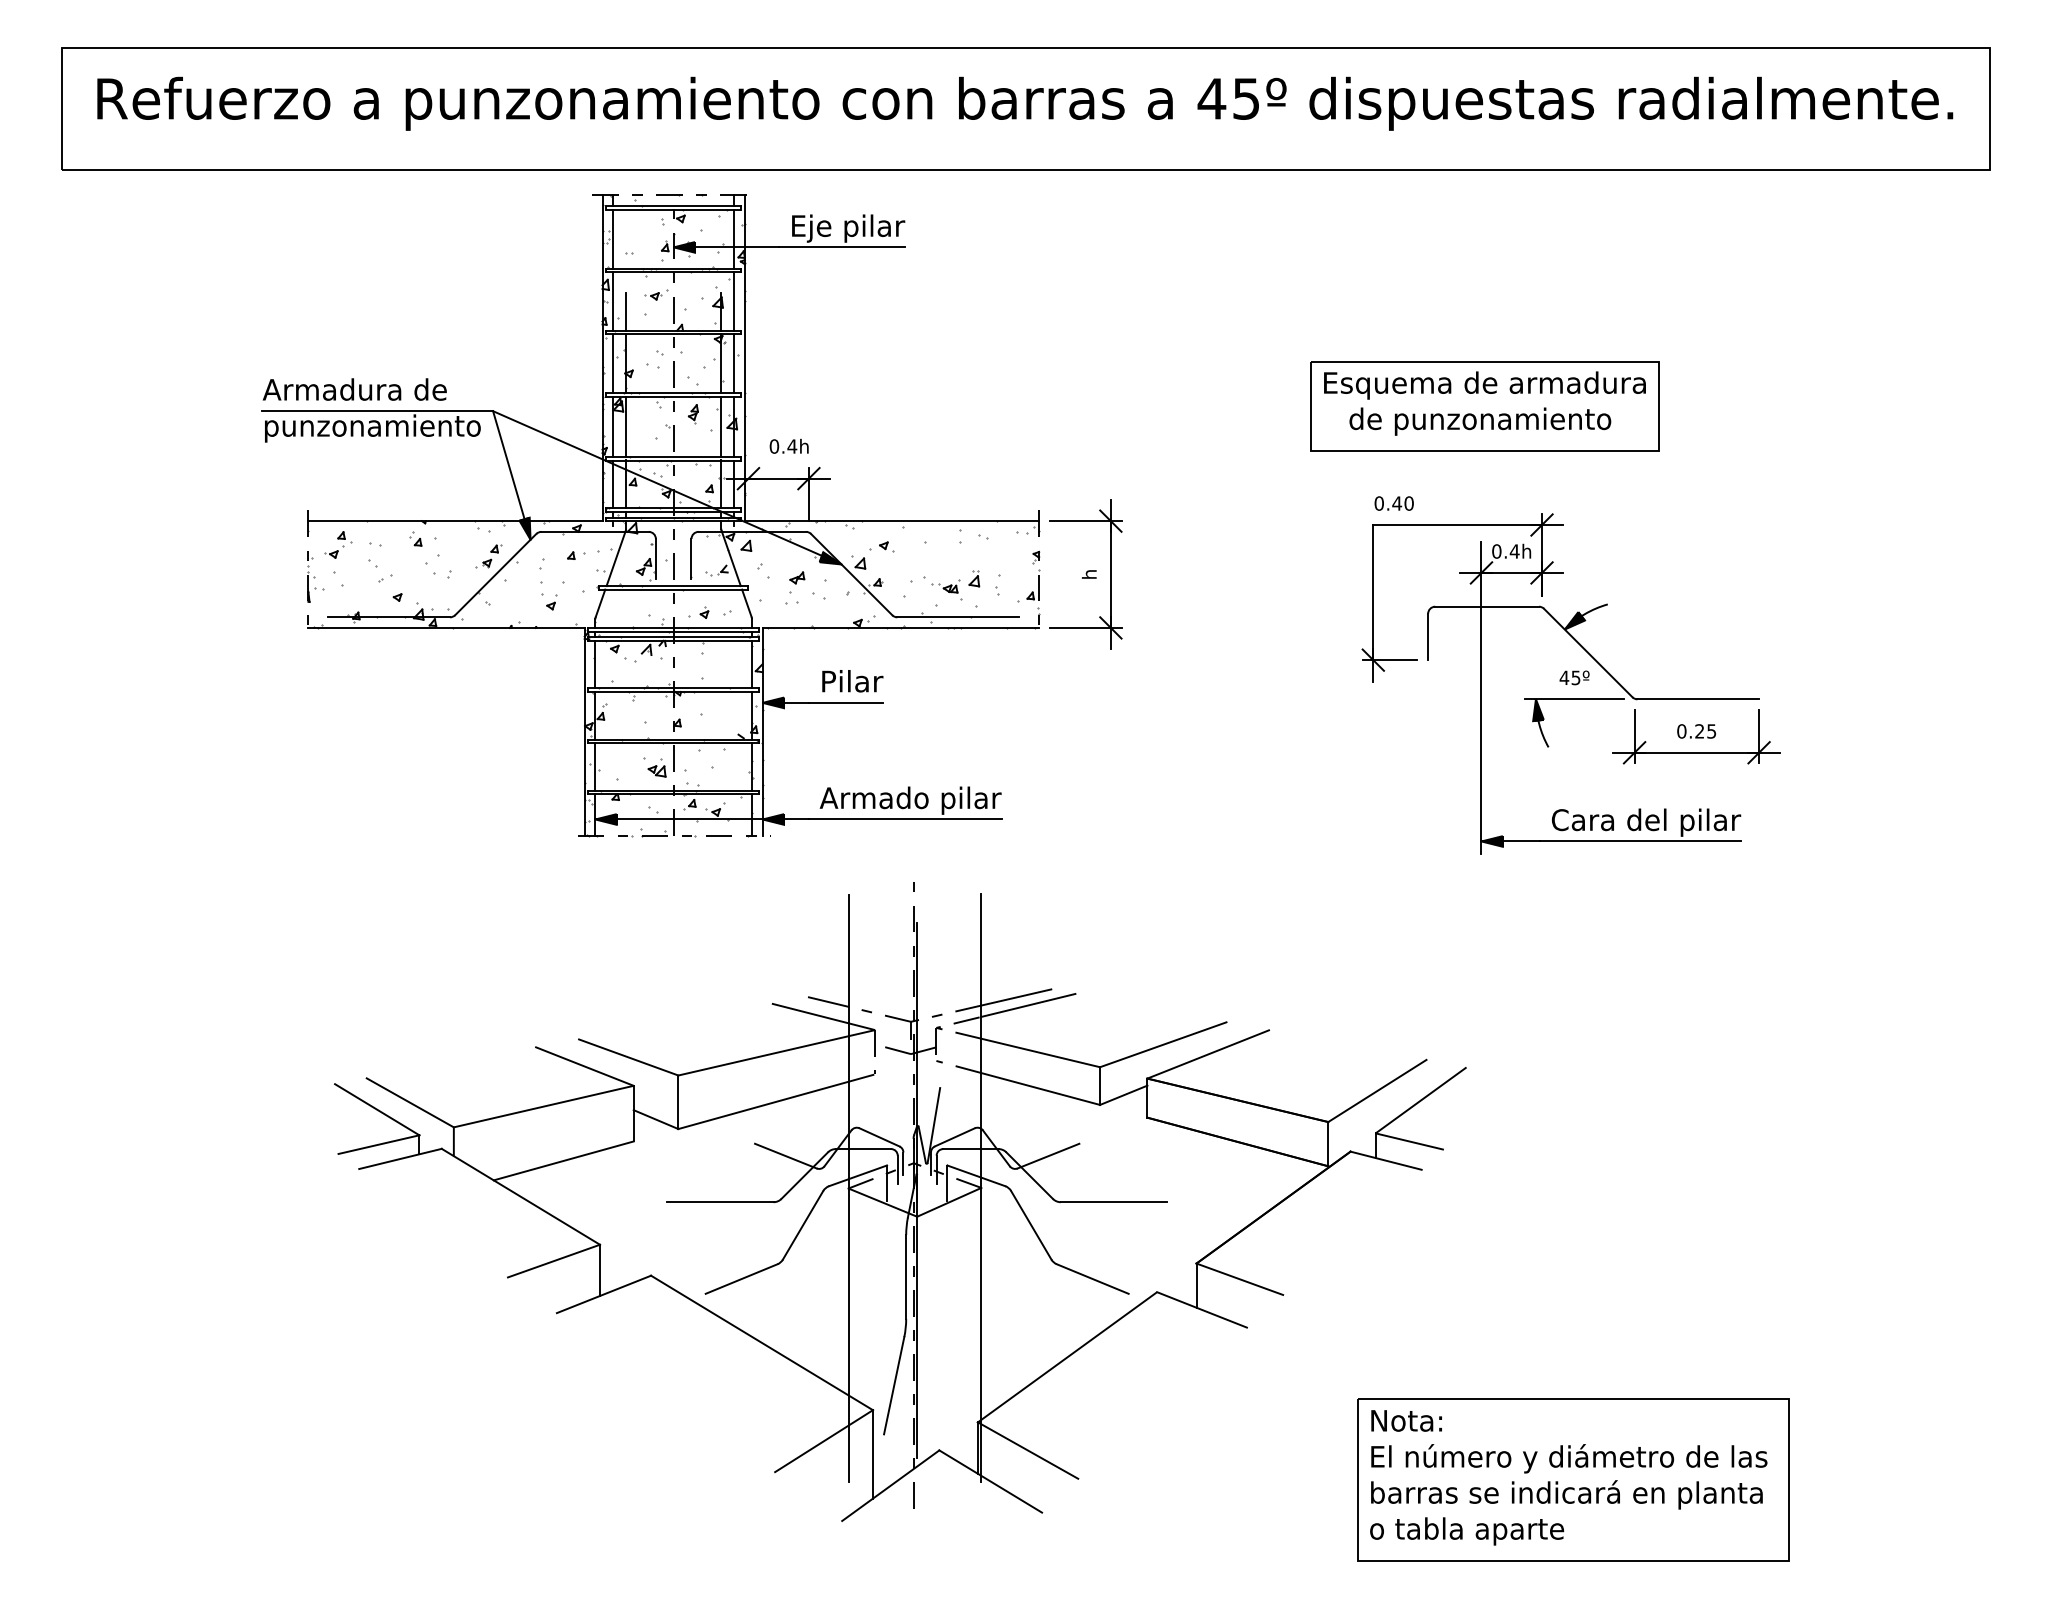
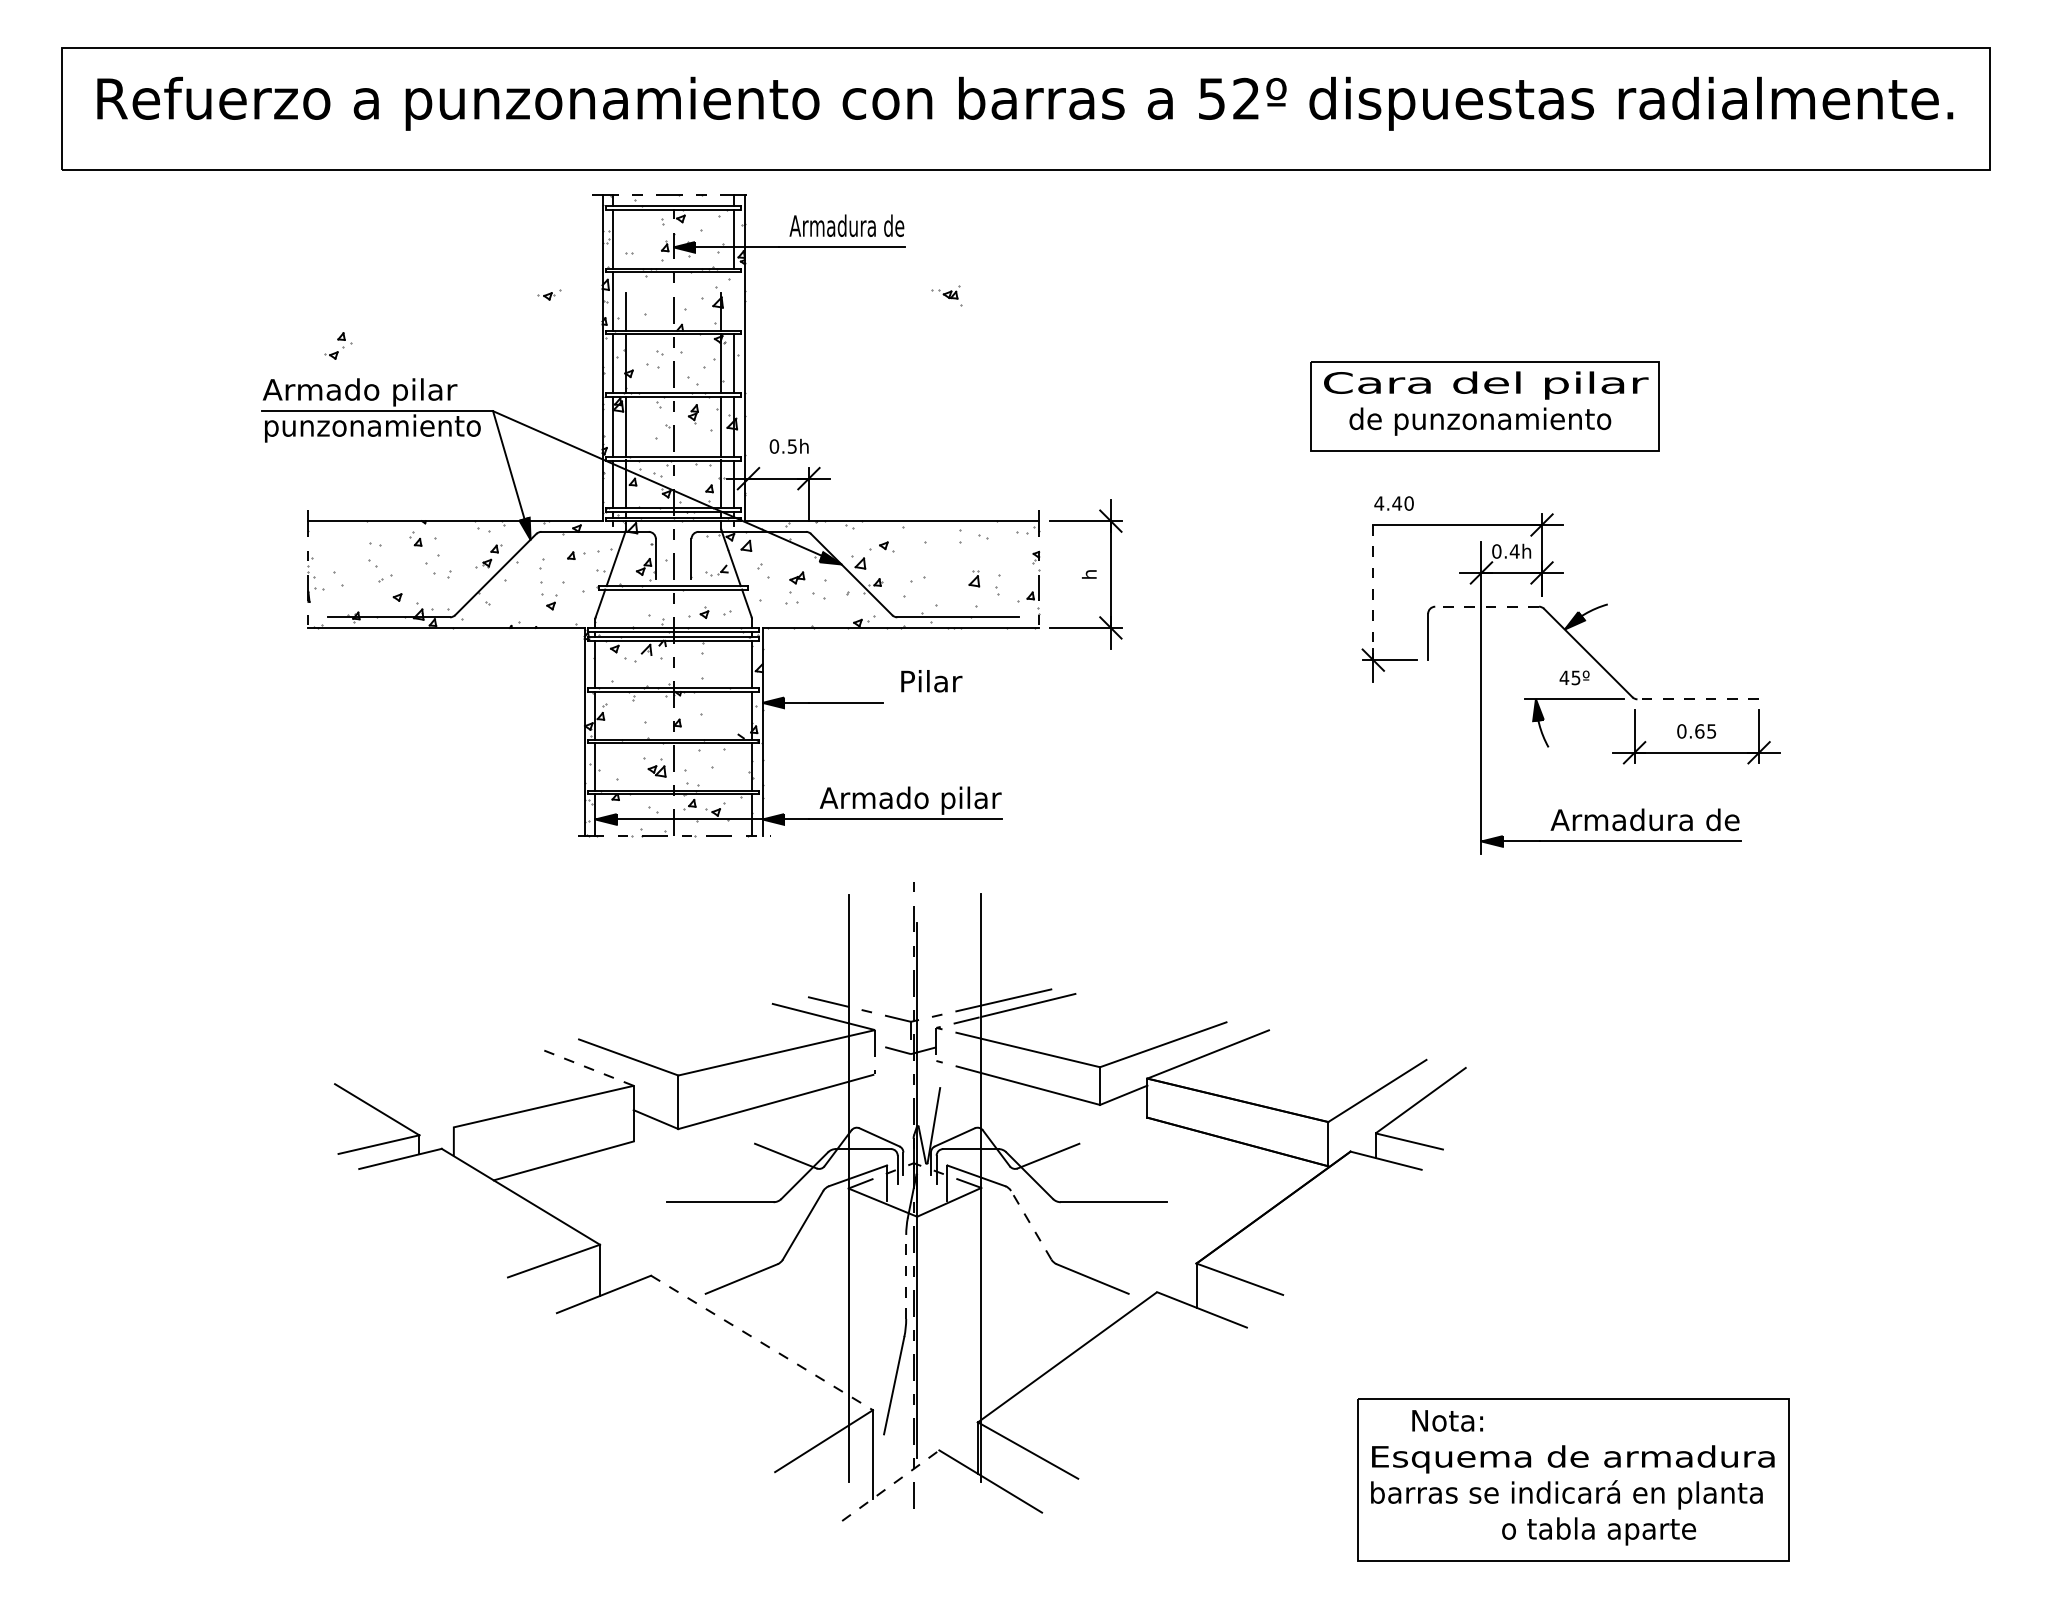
text at (1227, 98): 45º -> 52º
text at (847, 228): Eje pilar -> Armadura de
part at (656, 294) position: (656, 294) -> (549, 294)
line at (734, 301): present -> none
text at (1486, 385): Esquema de armadura -> Cara del pilar
text at (360, 392): Armadura de -> Armado pilar
text at (792, 446): 0.4h -> 0.5h
text at (1379, 503): 0.40 -> 4.40
part at (338, 544) position: (338, 544) -> (338, 345)
part at (946, 589) position: (946, 589) -> (946, 295)
line at (1373, 592): solid -> dashed
line at (1487, 606): solid -> dashed
text at (852, 681) position: (852, 681) -> (931, 681)
line at (1698, 699): solid -> dashed
text at (1699, 731): 0.25 -> 0.65
text at (1645, 822): Cara del pilar -> Armadura de
line at (584, 1066): solid -> dashed
line at (409, 1102): present -> none
line at (1031, 1225): solid -> dashed
line at (906, 1276): solid -> dashed
line at (762, 1342): solid -> dashed
text at (1406, 1420) position: (1406, 1420) -> (1447, 1420)
text at (1572, 1458): El número y diámetro de las -> Esquema de armadura
line at (891, 1485): solid -> dashed
text at (1467, 1531) position: (1467, 1531) -> (1599, 1531)
